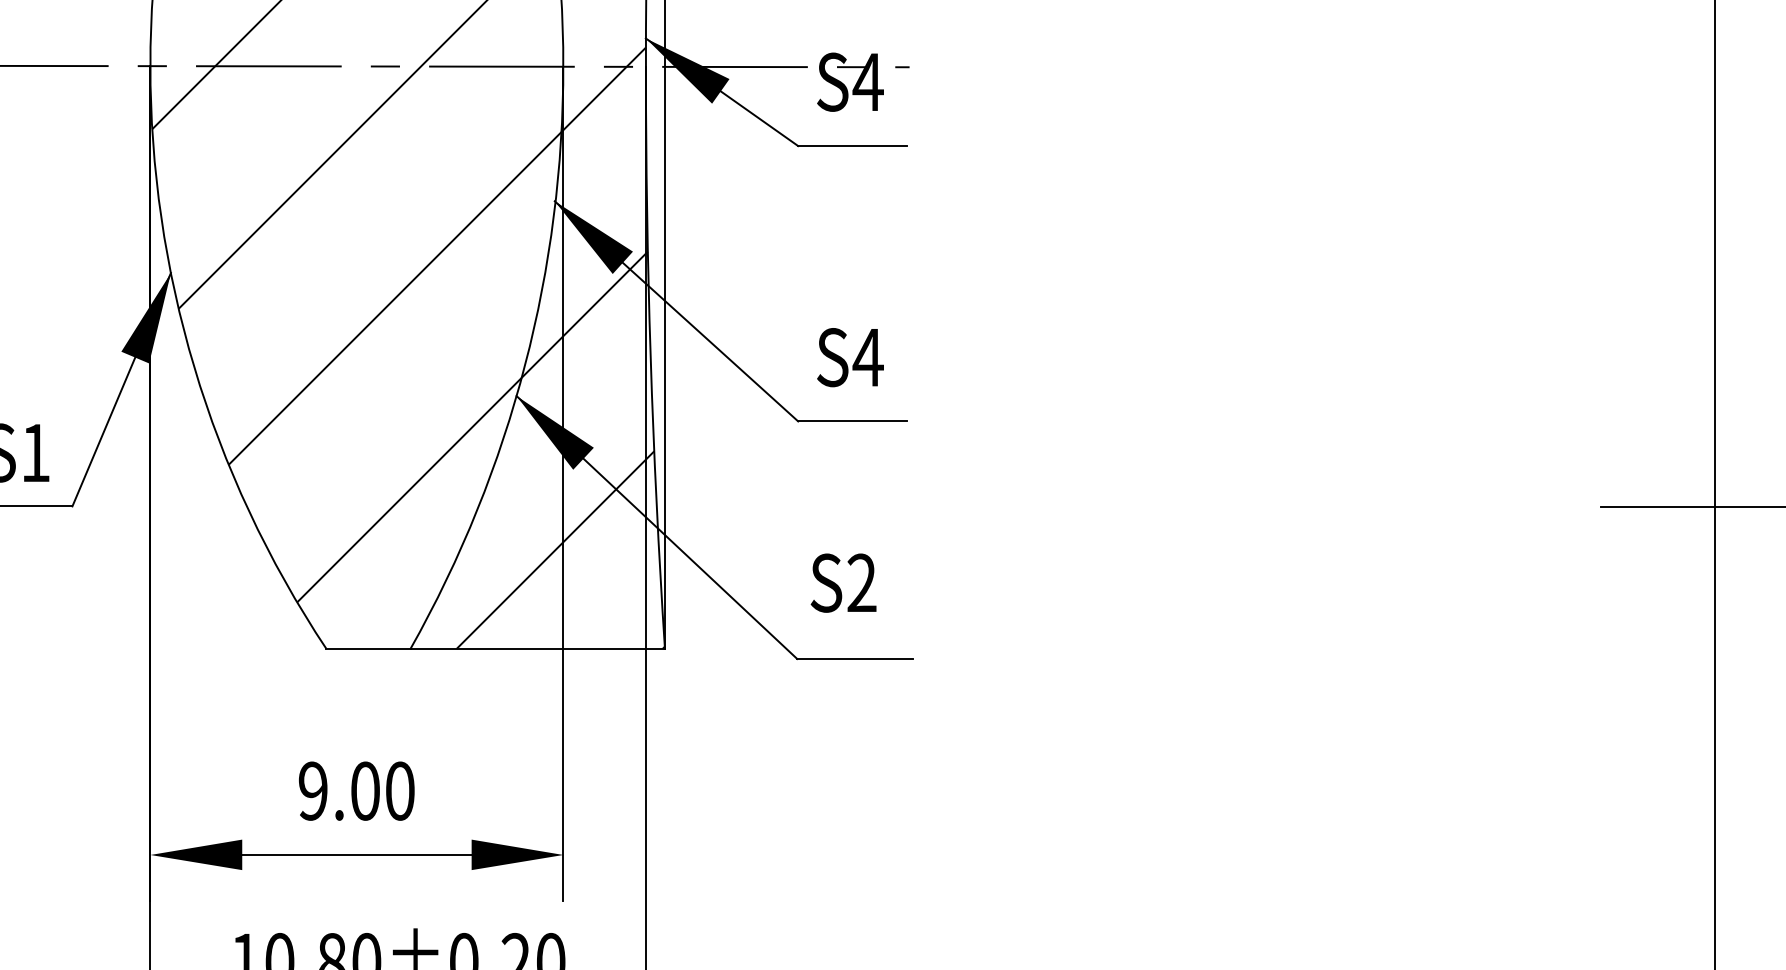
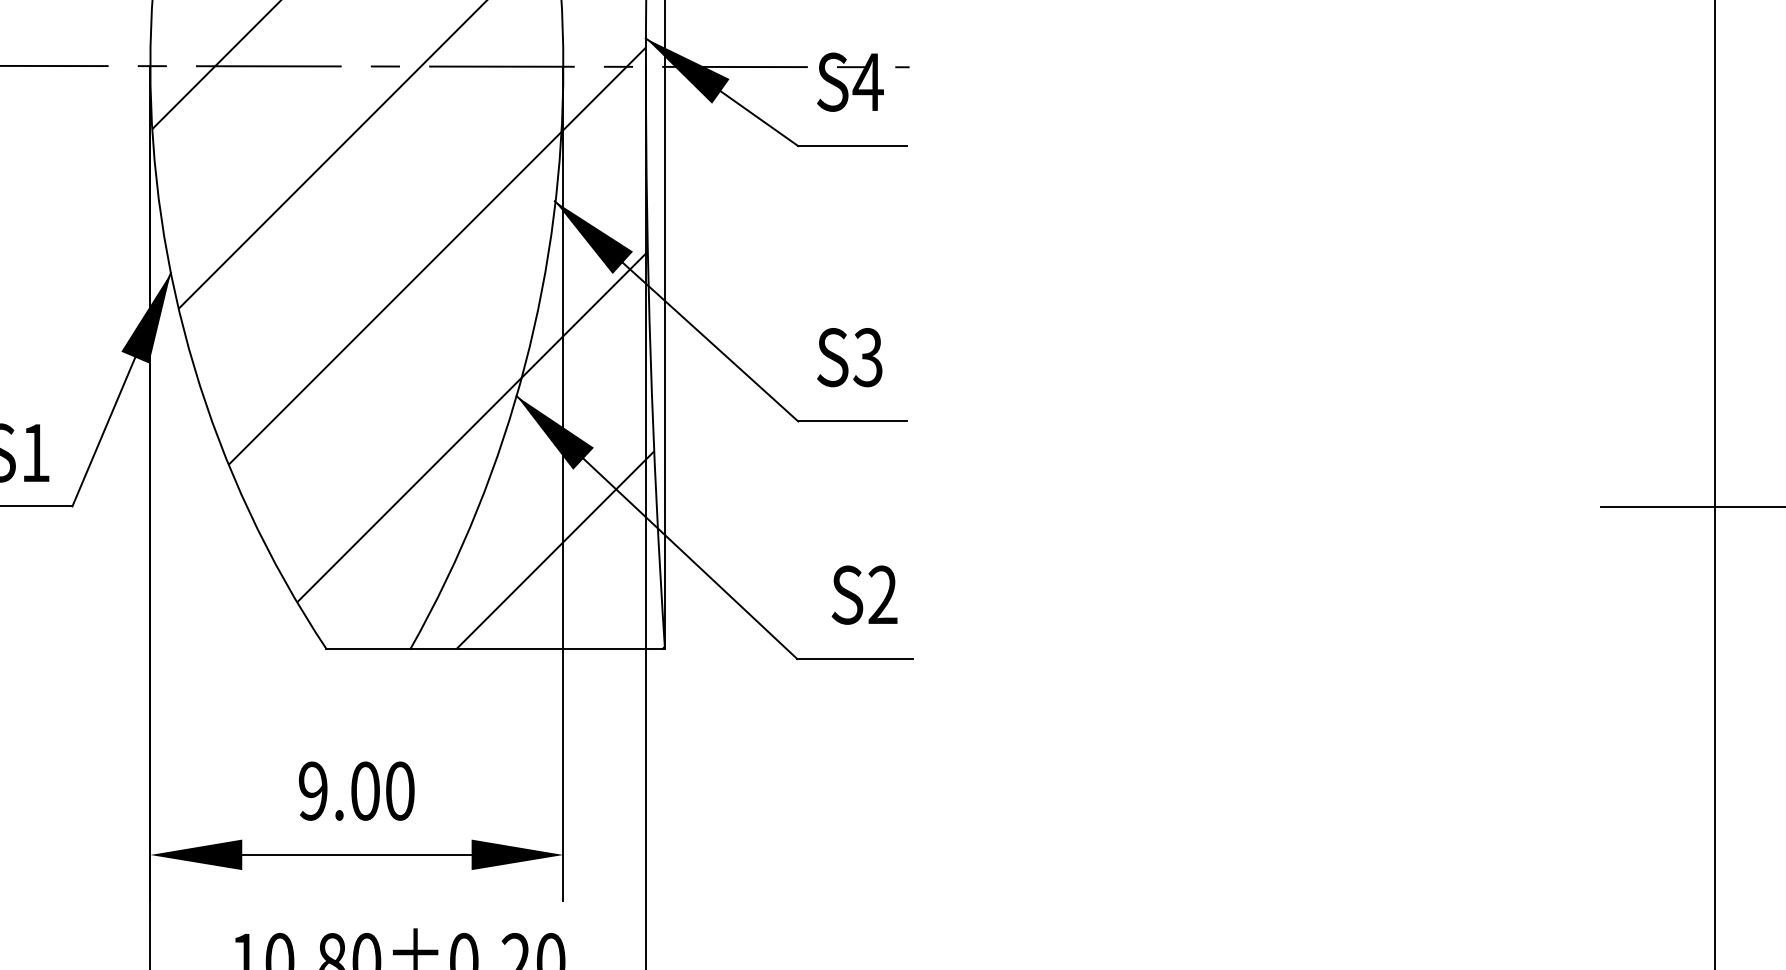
text at (867, 357): S4 -> S3
text at (843, 582) position: (843, 582) -> (864, 594)
